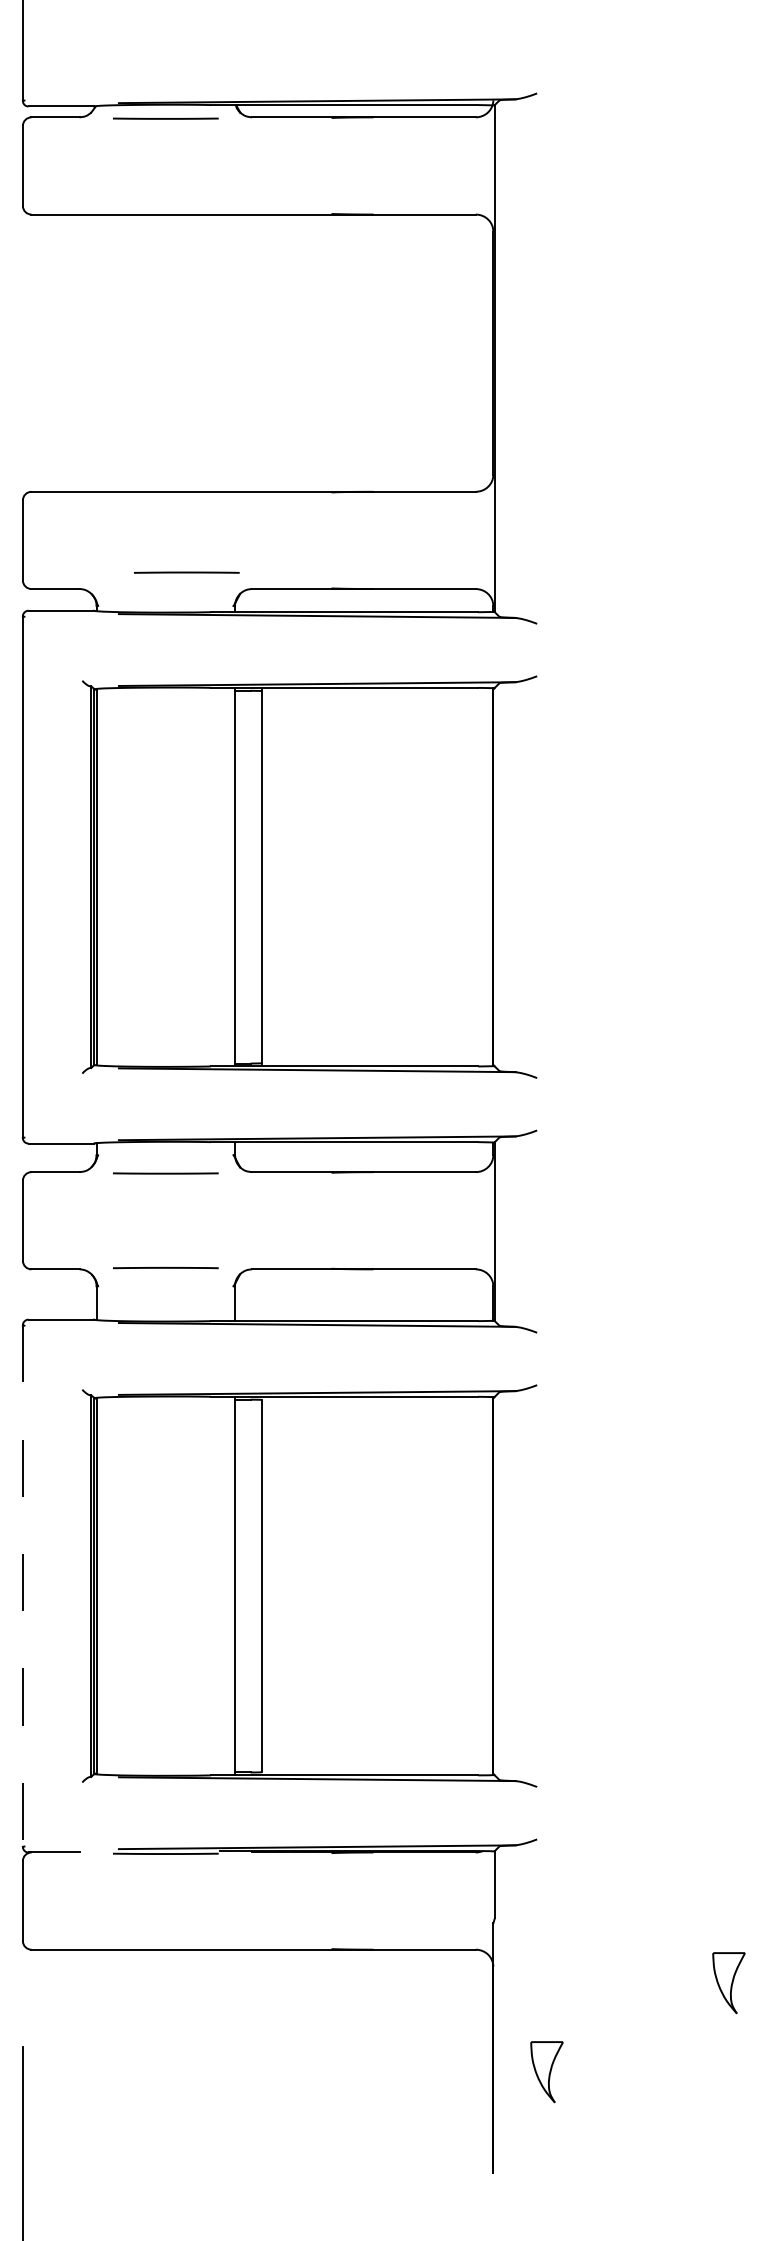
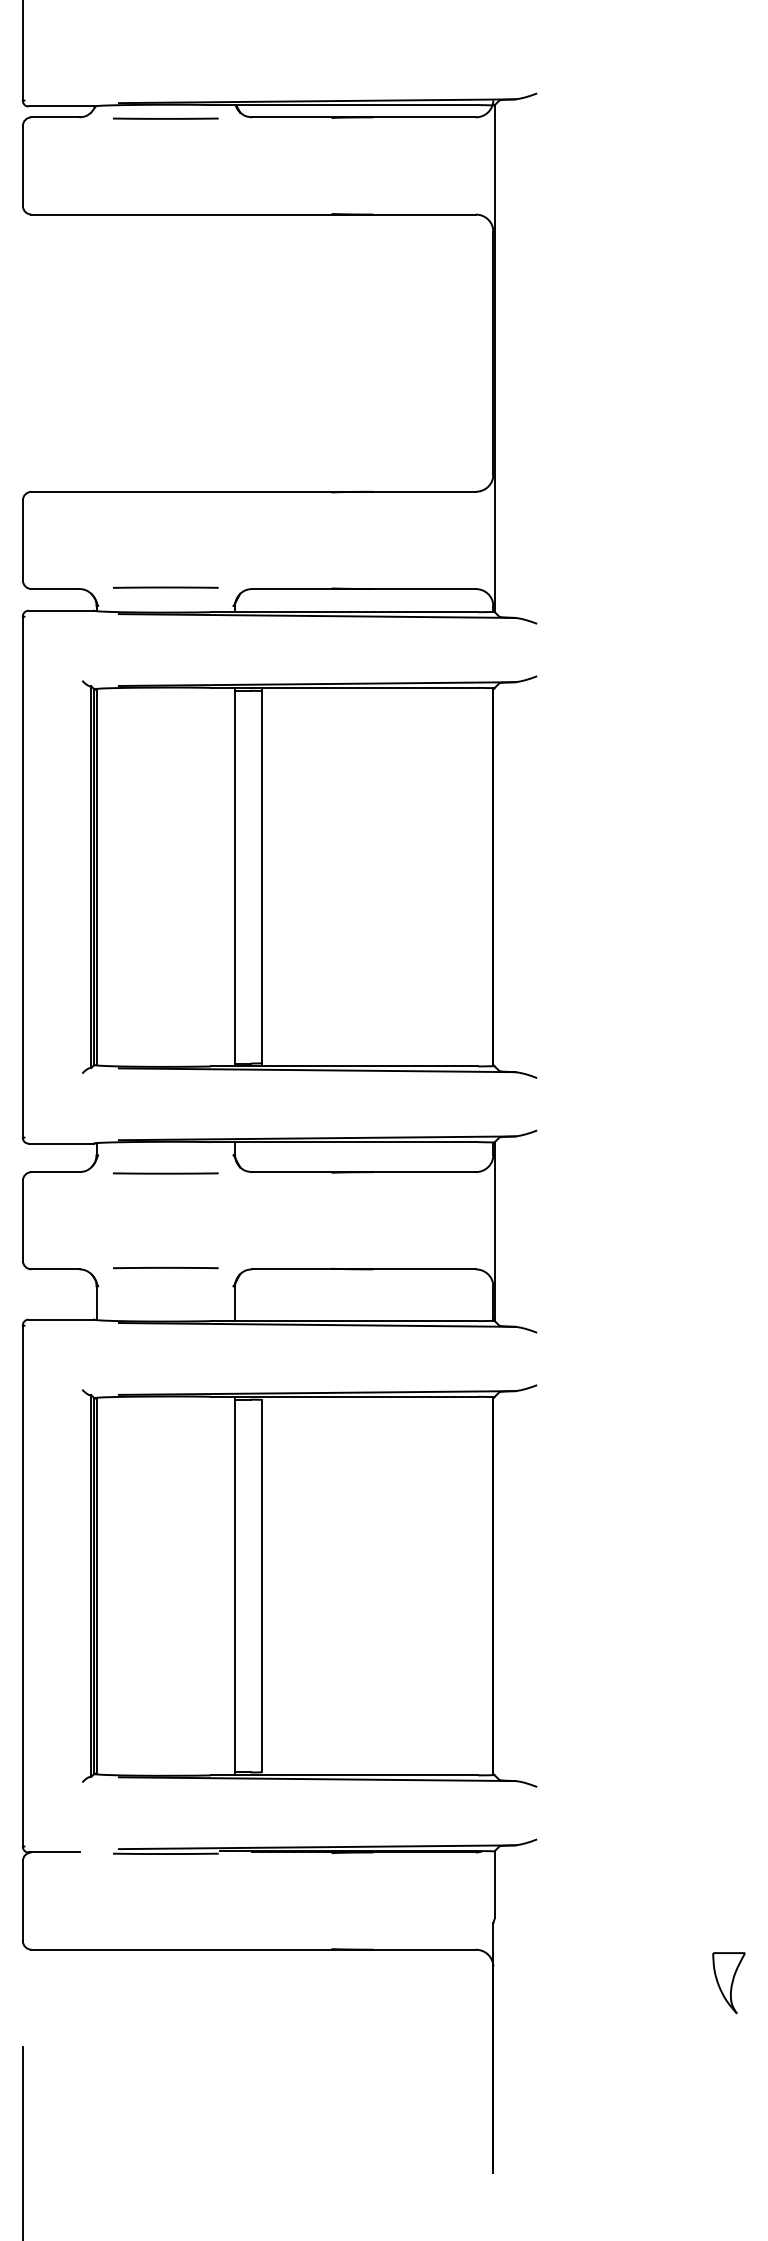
line at (186, 572) position: (186, 572) -> (165, 587)
line at (22, 1586): dashed -> solid
part at (546, 2072): present -> none
